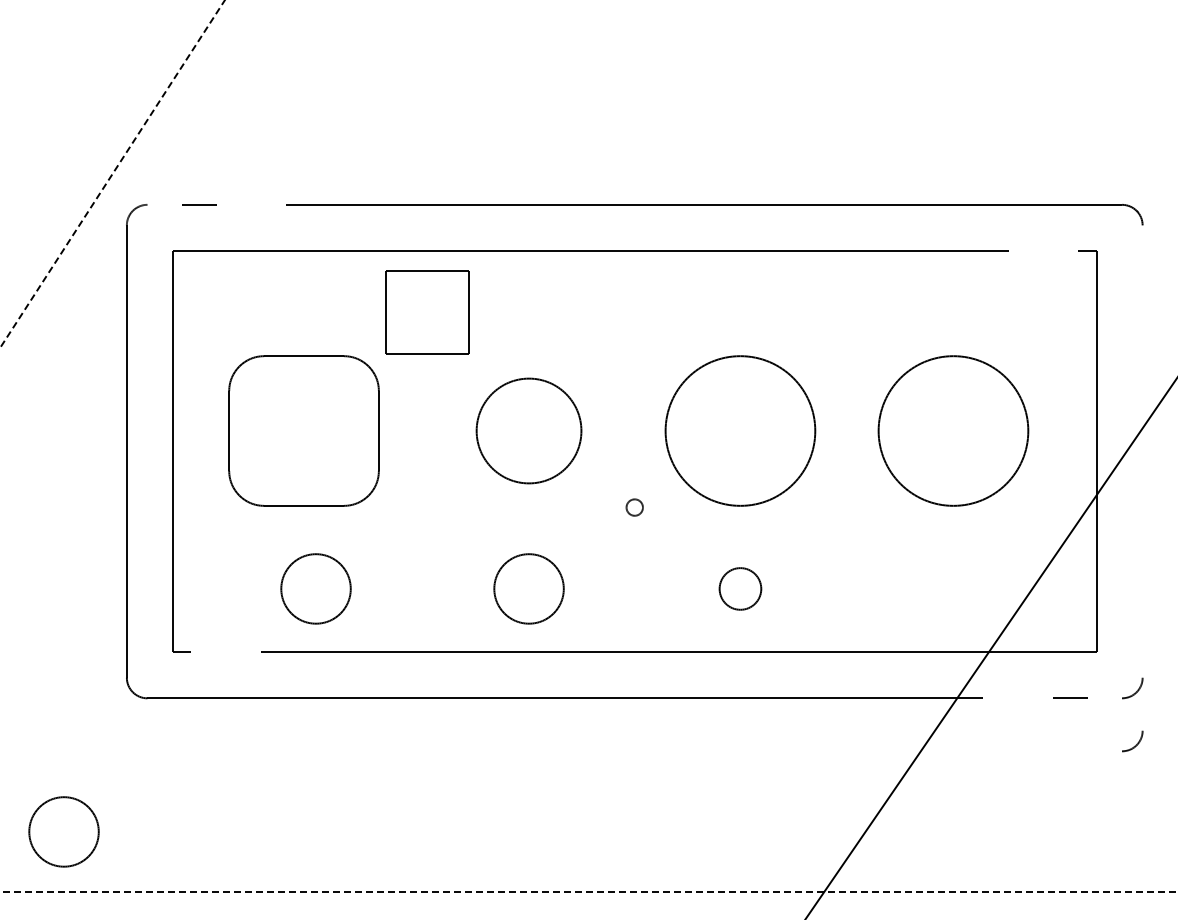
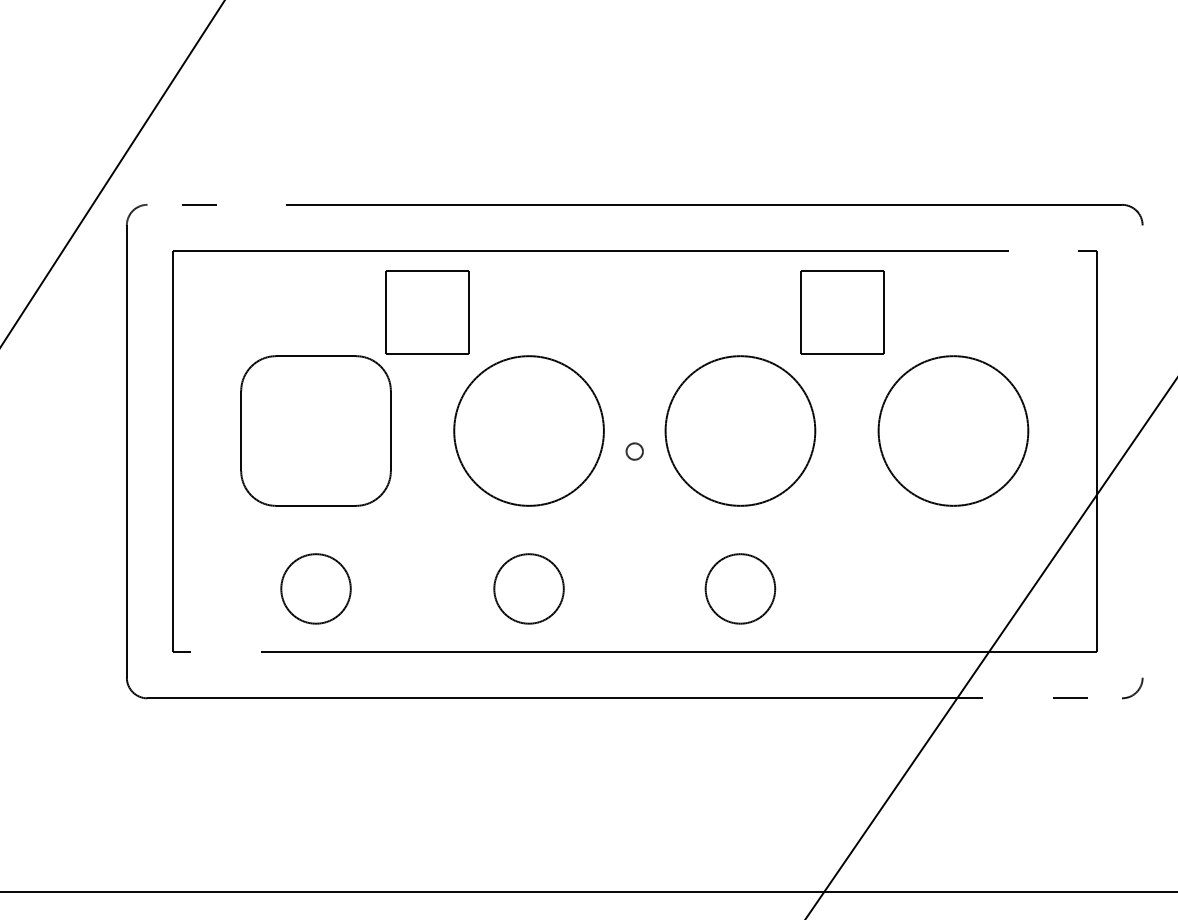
line at (112, 174): dashed -> solid
part at (842, 312): none -> present
part at (303, 430) position: (303, 430) -> (315, 430)
part at (528, 430) size: 108x108 px -> 152x152 px
circle at (634, 507) position: (634, 507) -> (634, 451)
part at (740, 588) size: 45x44 px -> 73x72 px
arc at (1134, 745): present -> none
part at (63, 831): present -> none
line at (589, 892): dashed -> solid
